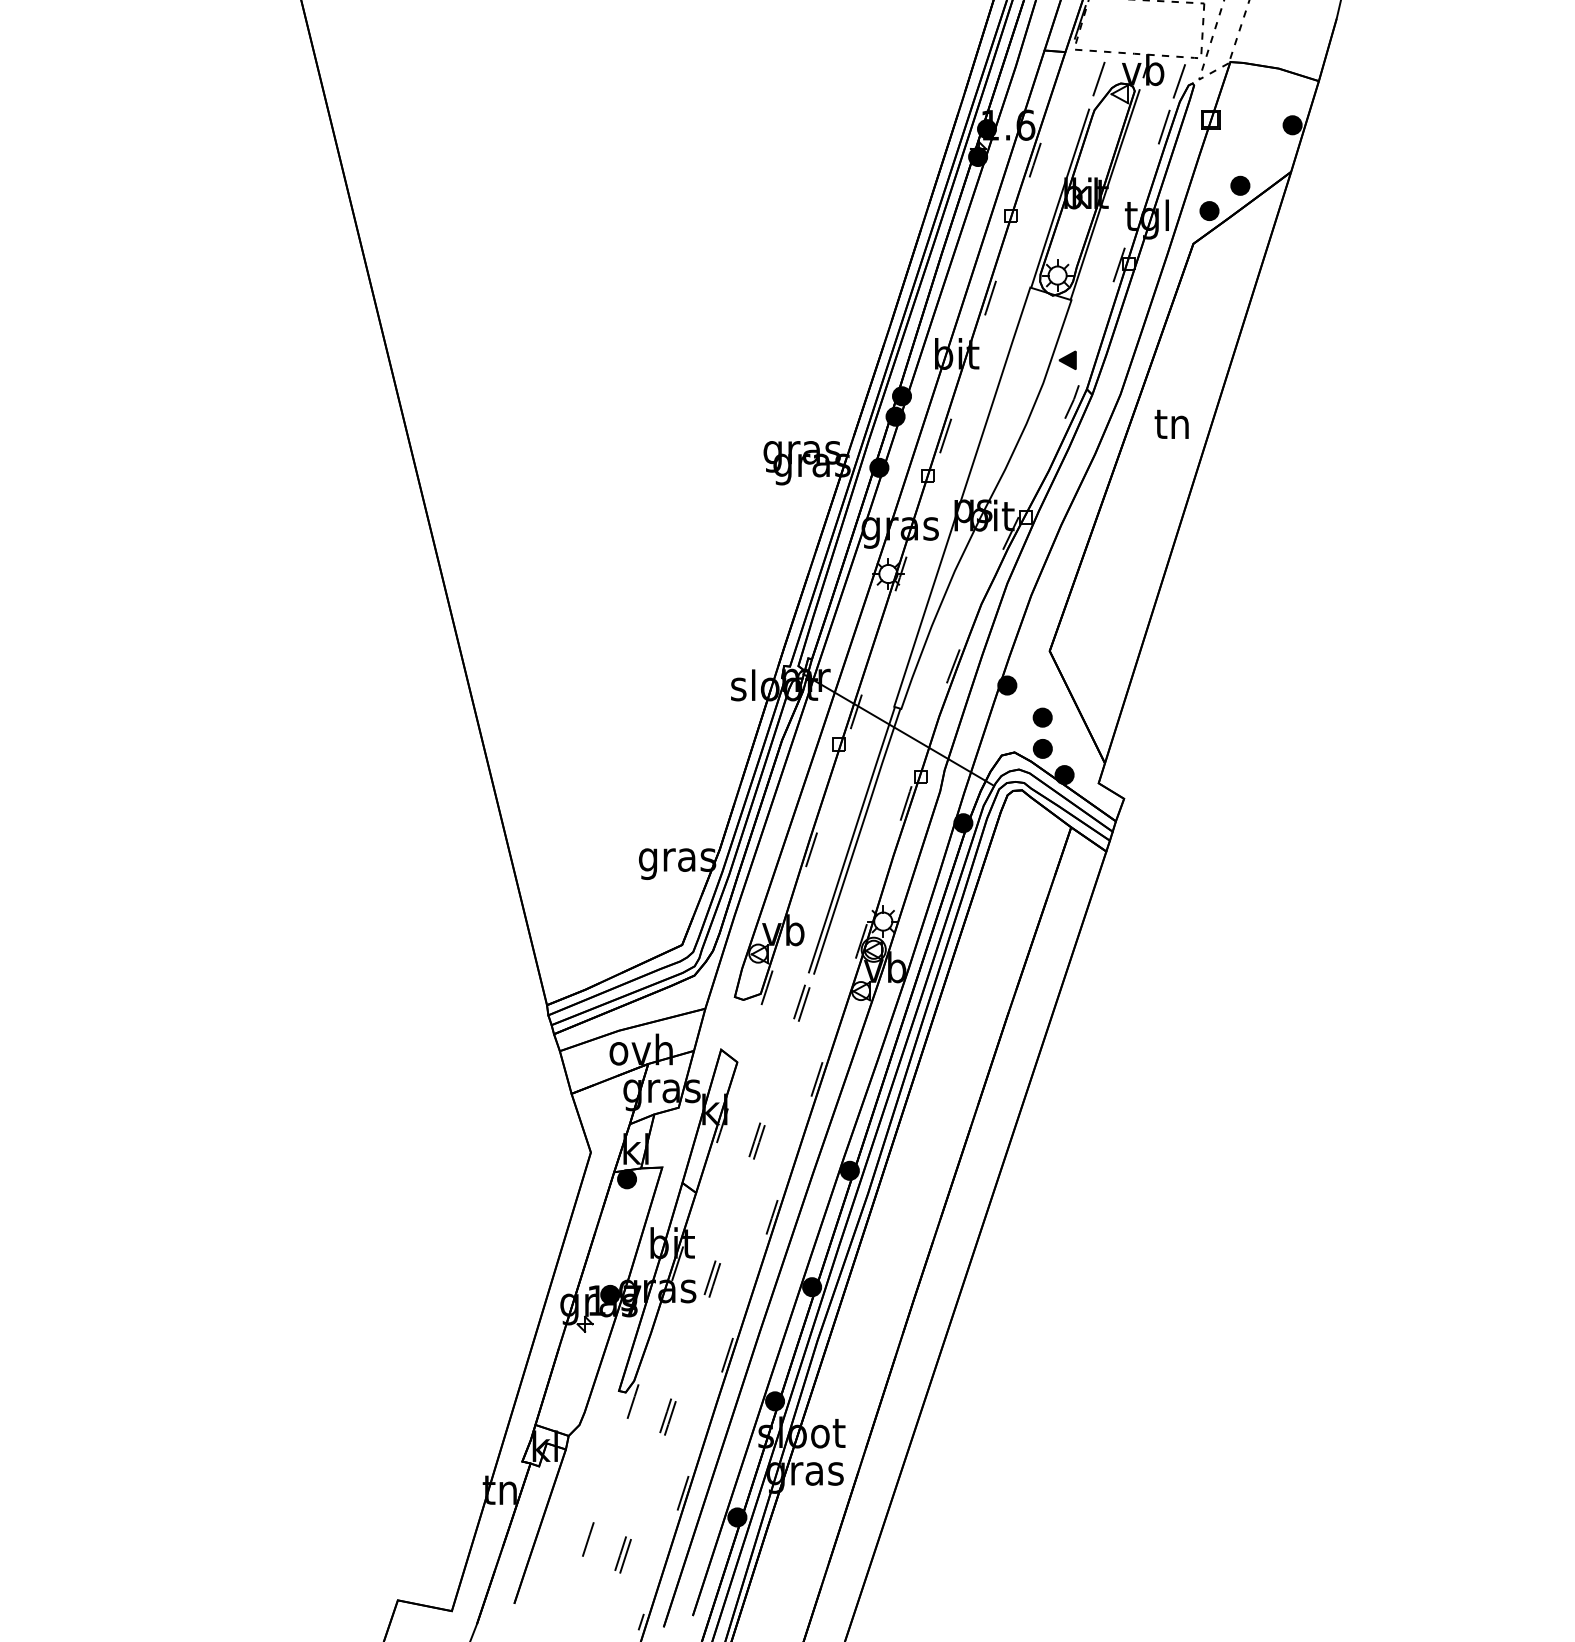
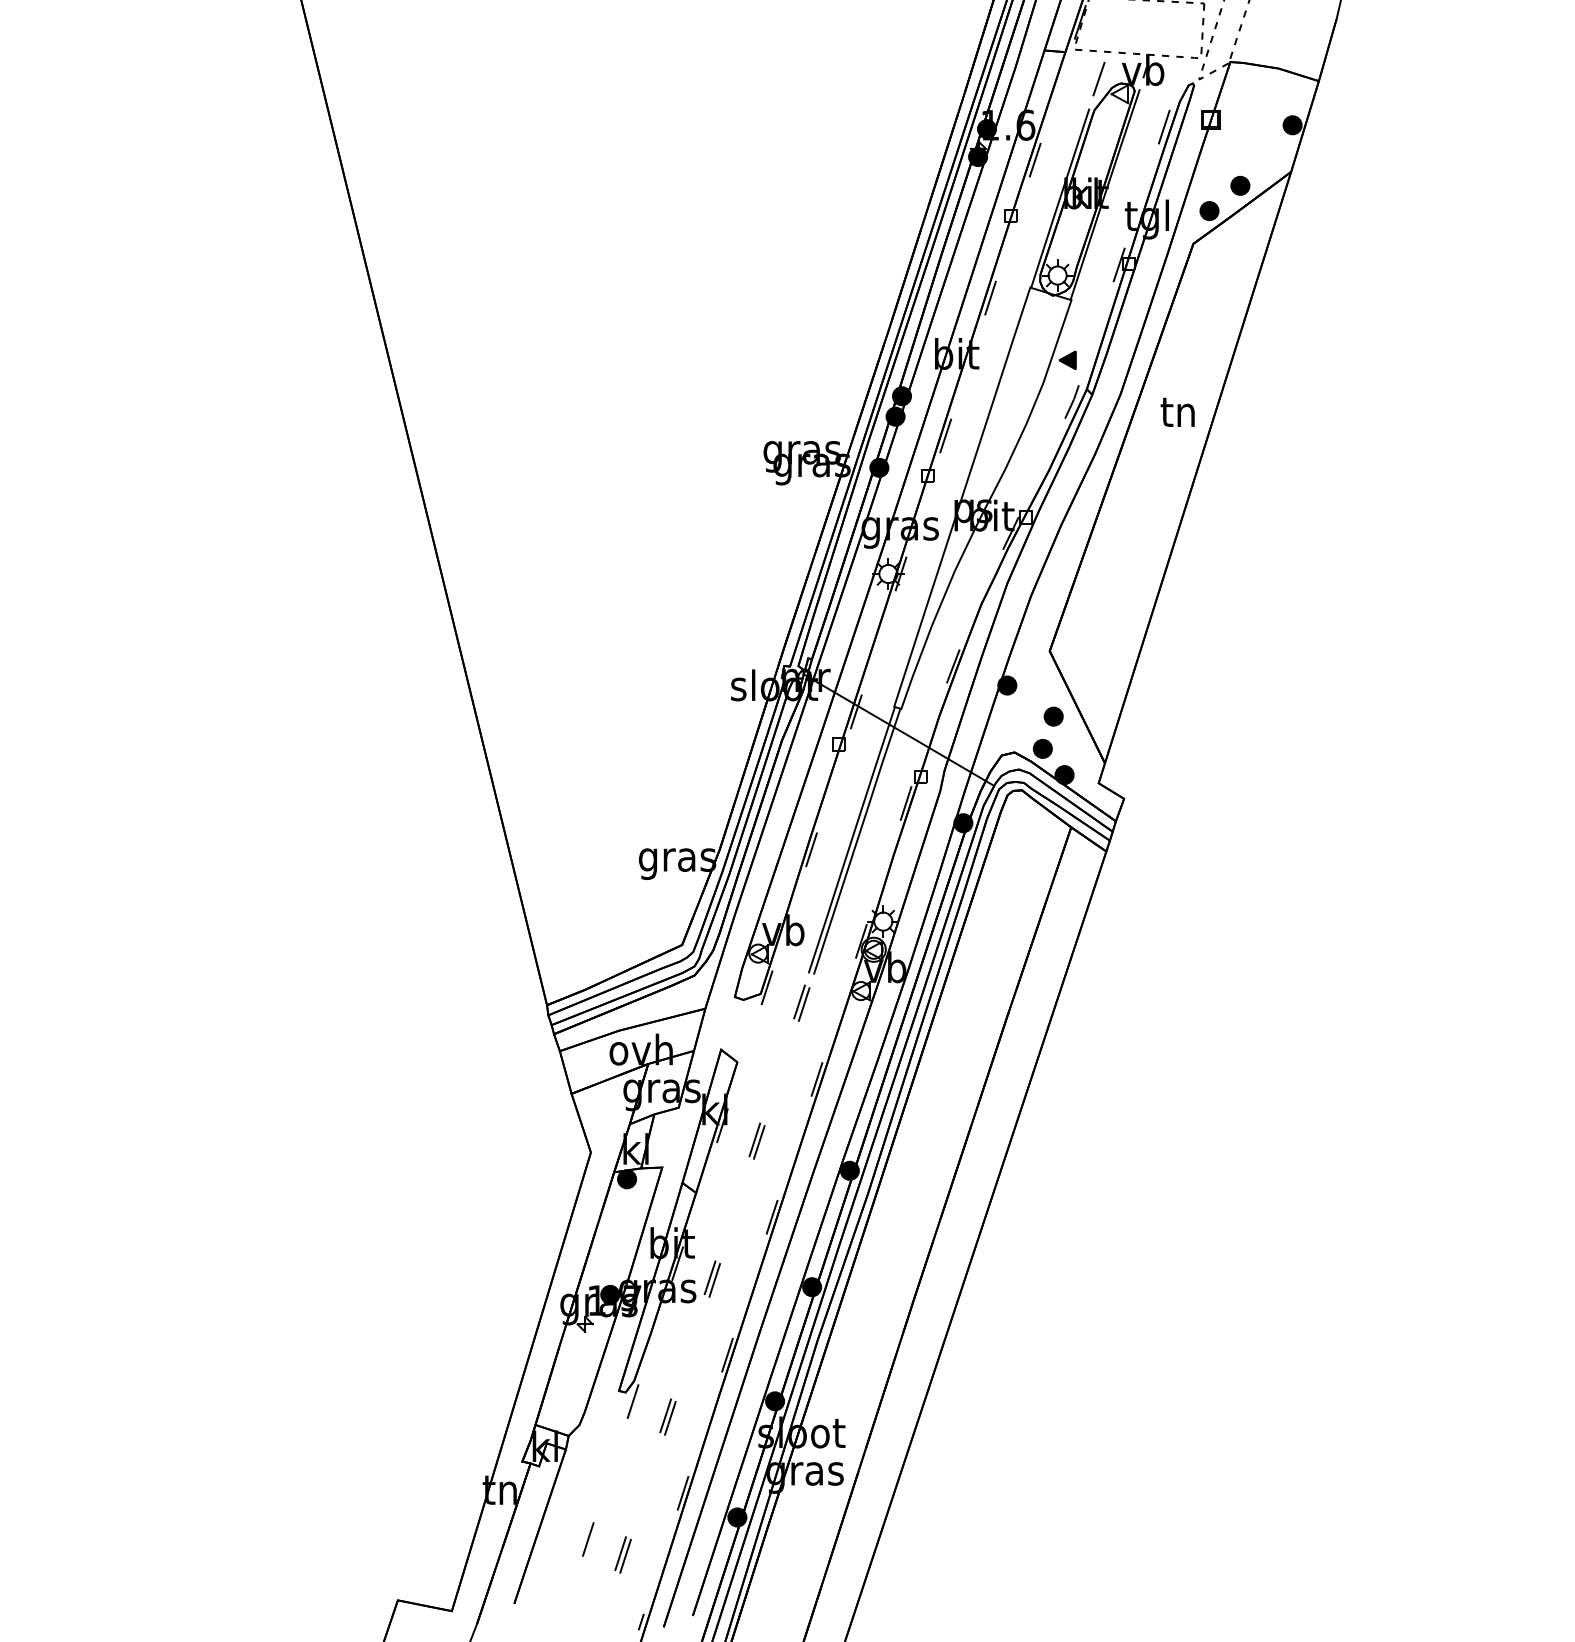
line at (1179, 81): present -> none
text at (1171, 423) position: (1171, 423) -> (1177, 411)
part at (1042, 717) position: (1042, 717) -> (1053, 716)
